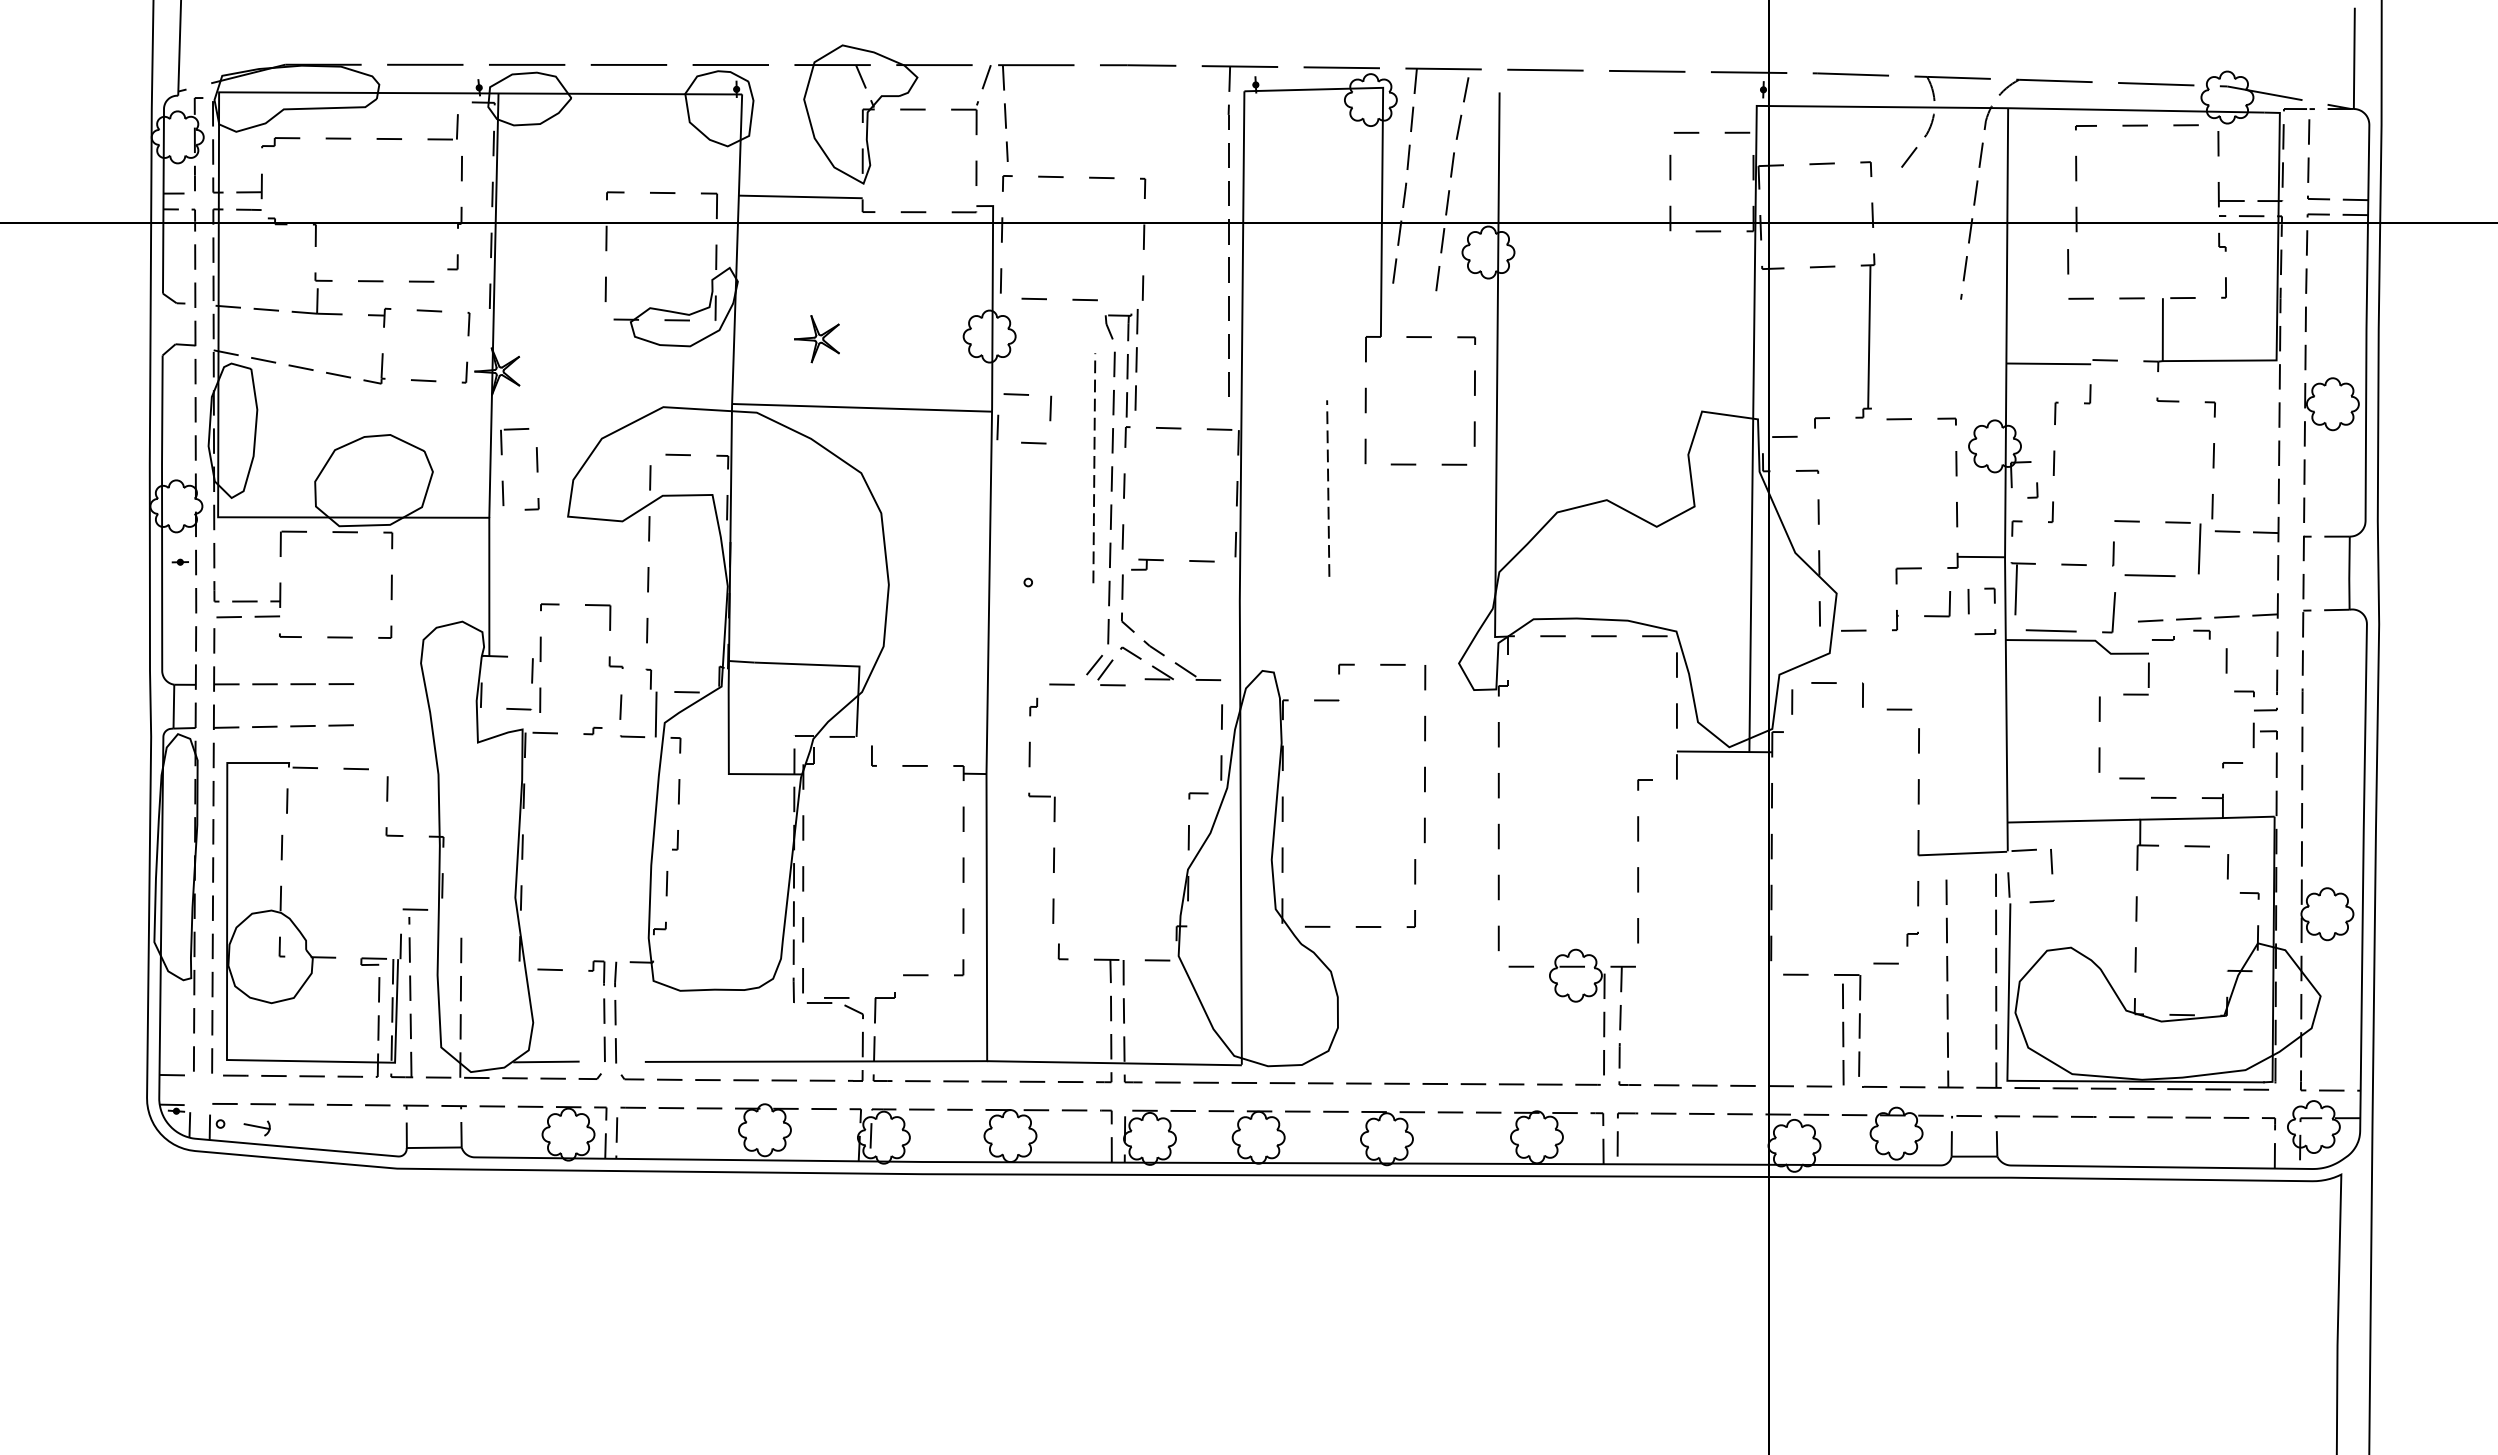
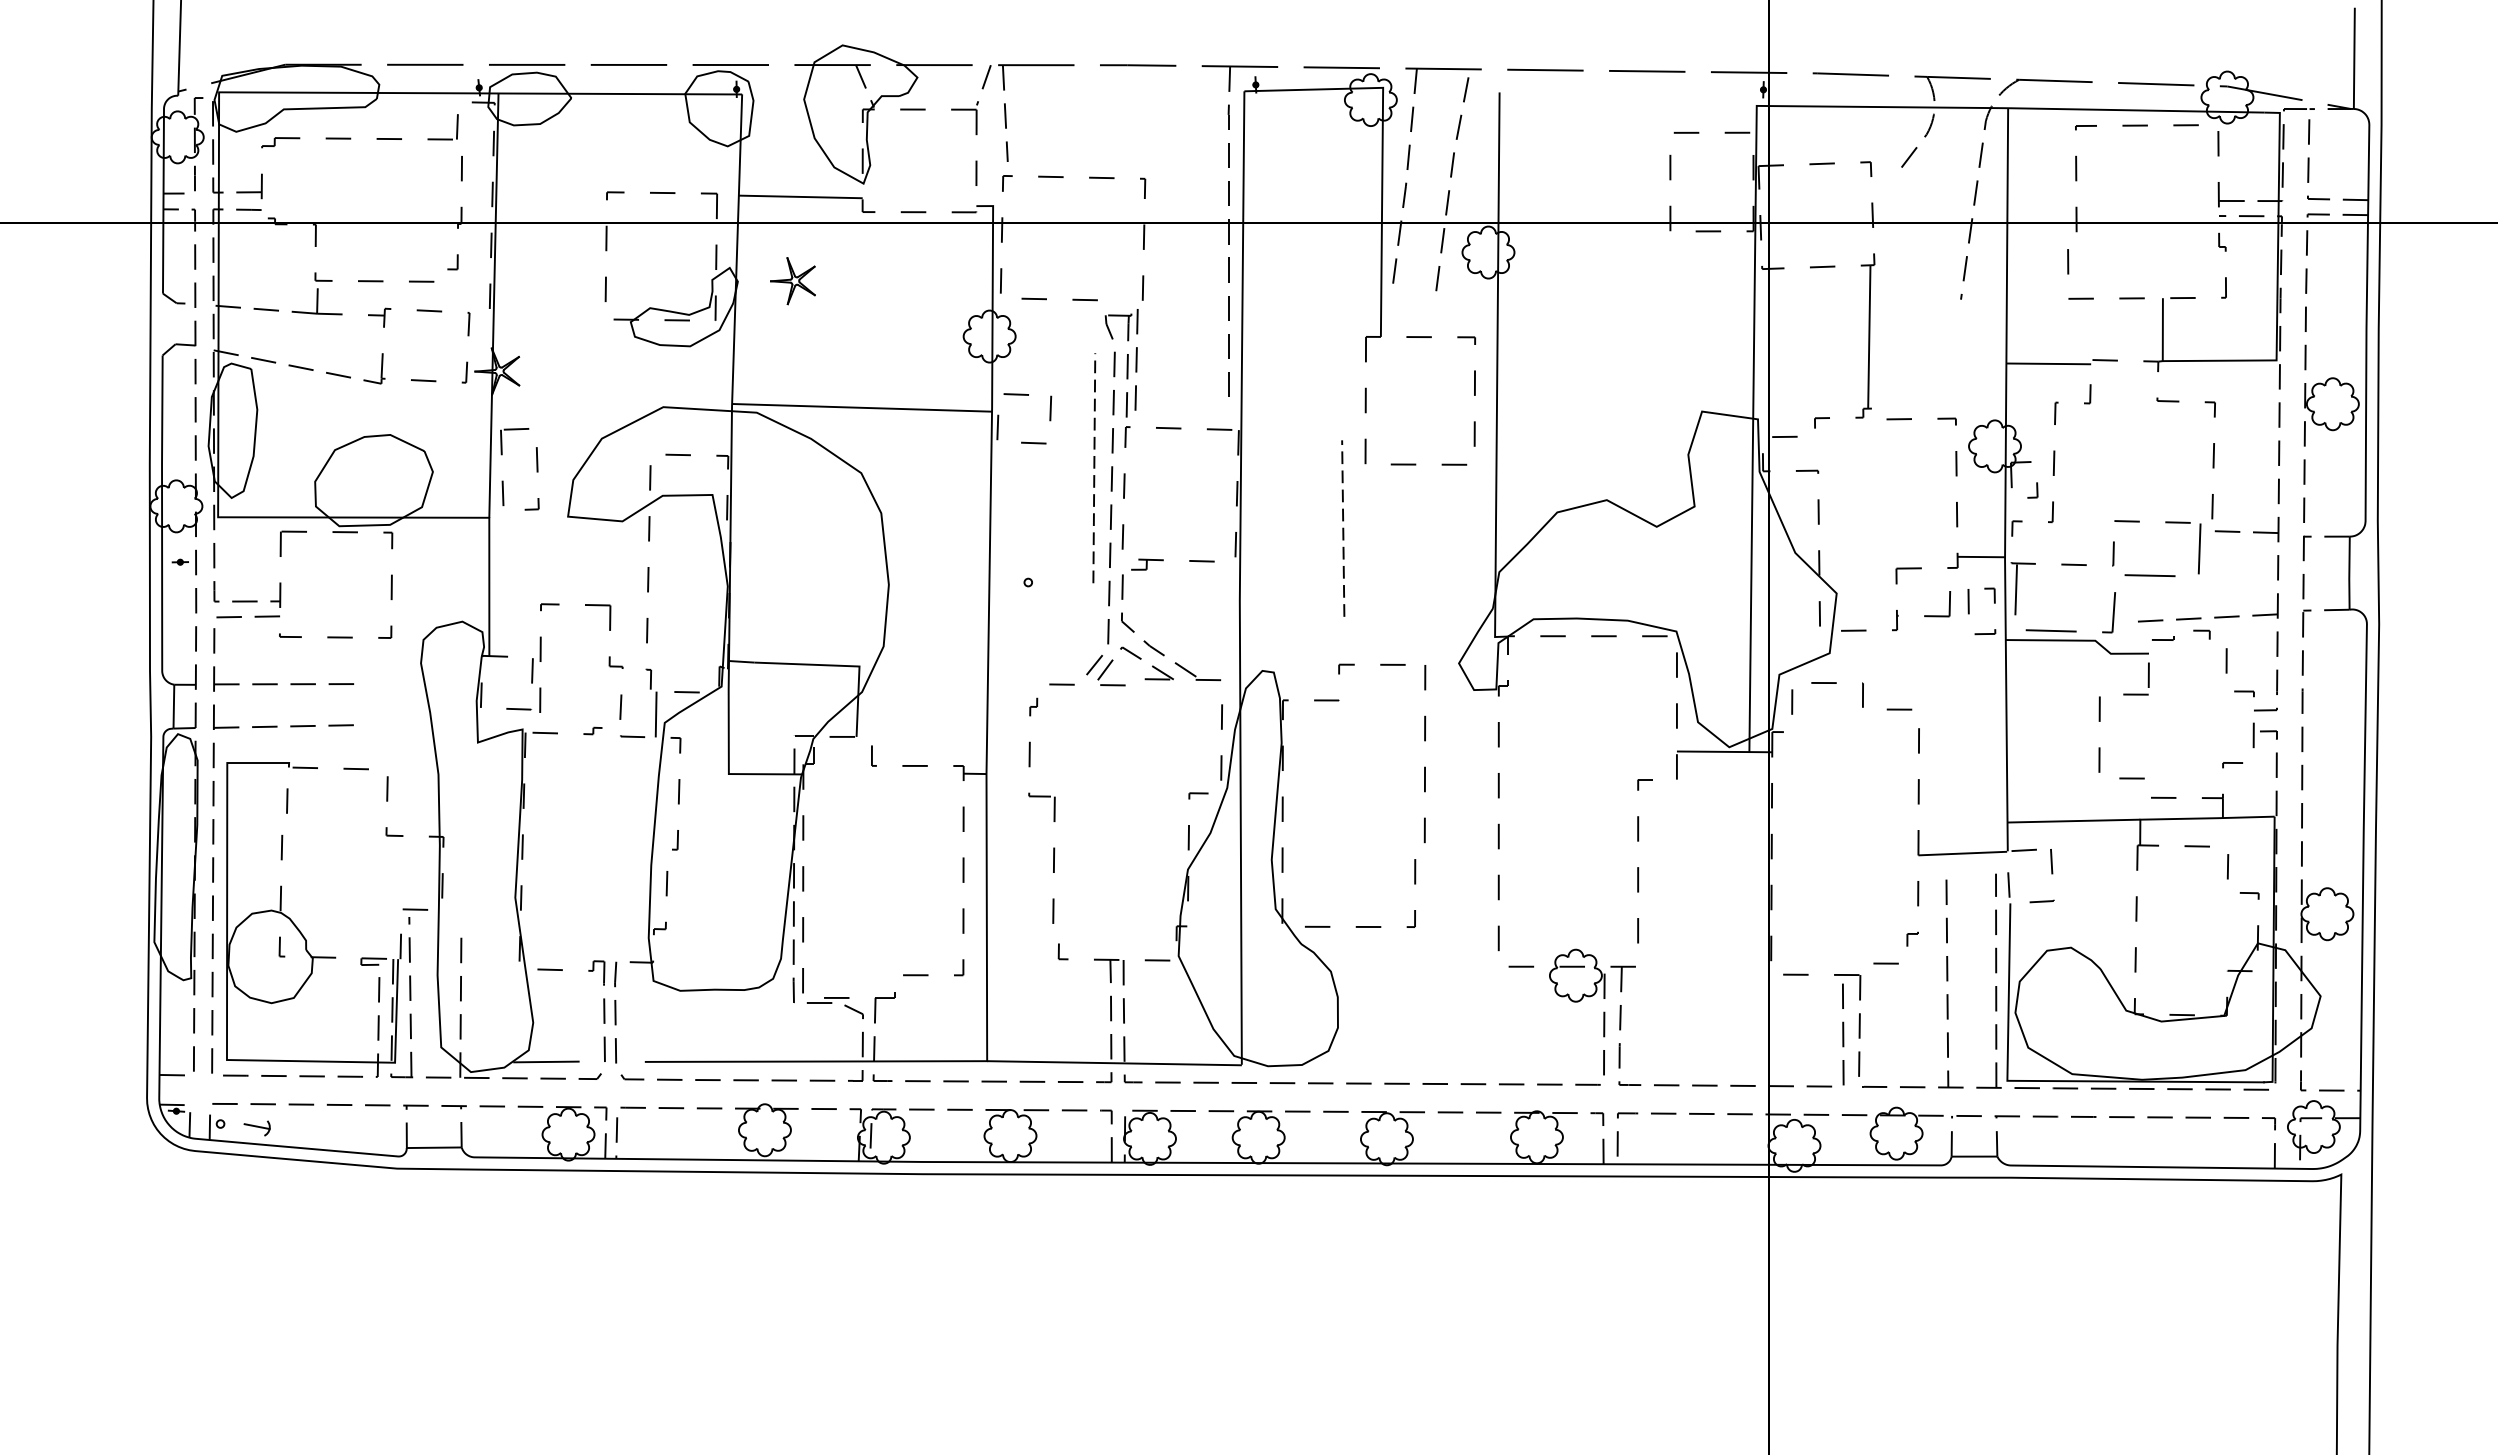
part at (816, 339) position: (816, 339) -> (792, 281)
line at (1328, 488) position: (1328, 488) -> (1343, 528)
